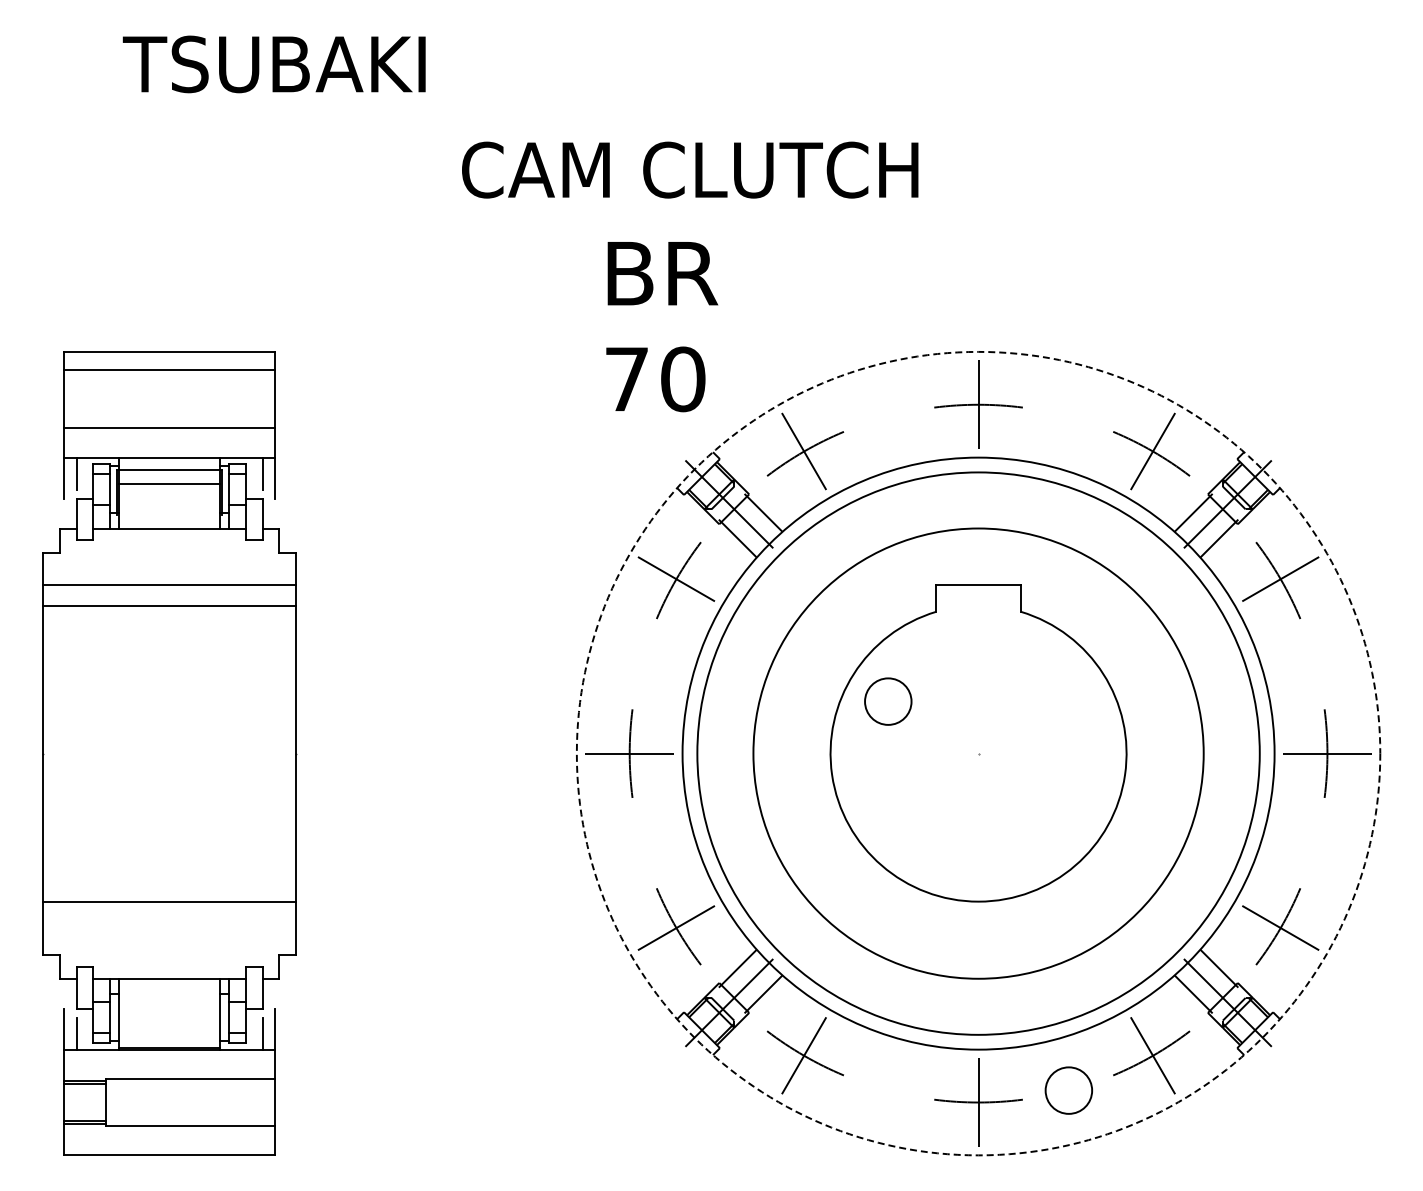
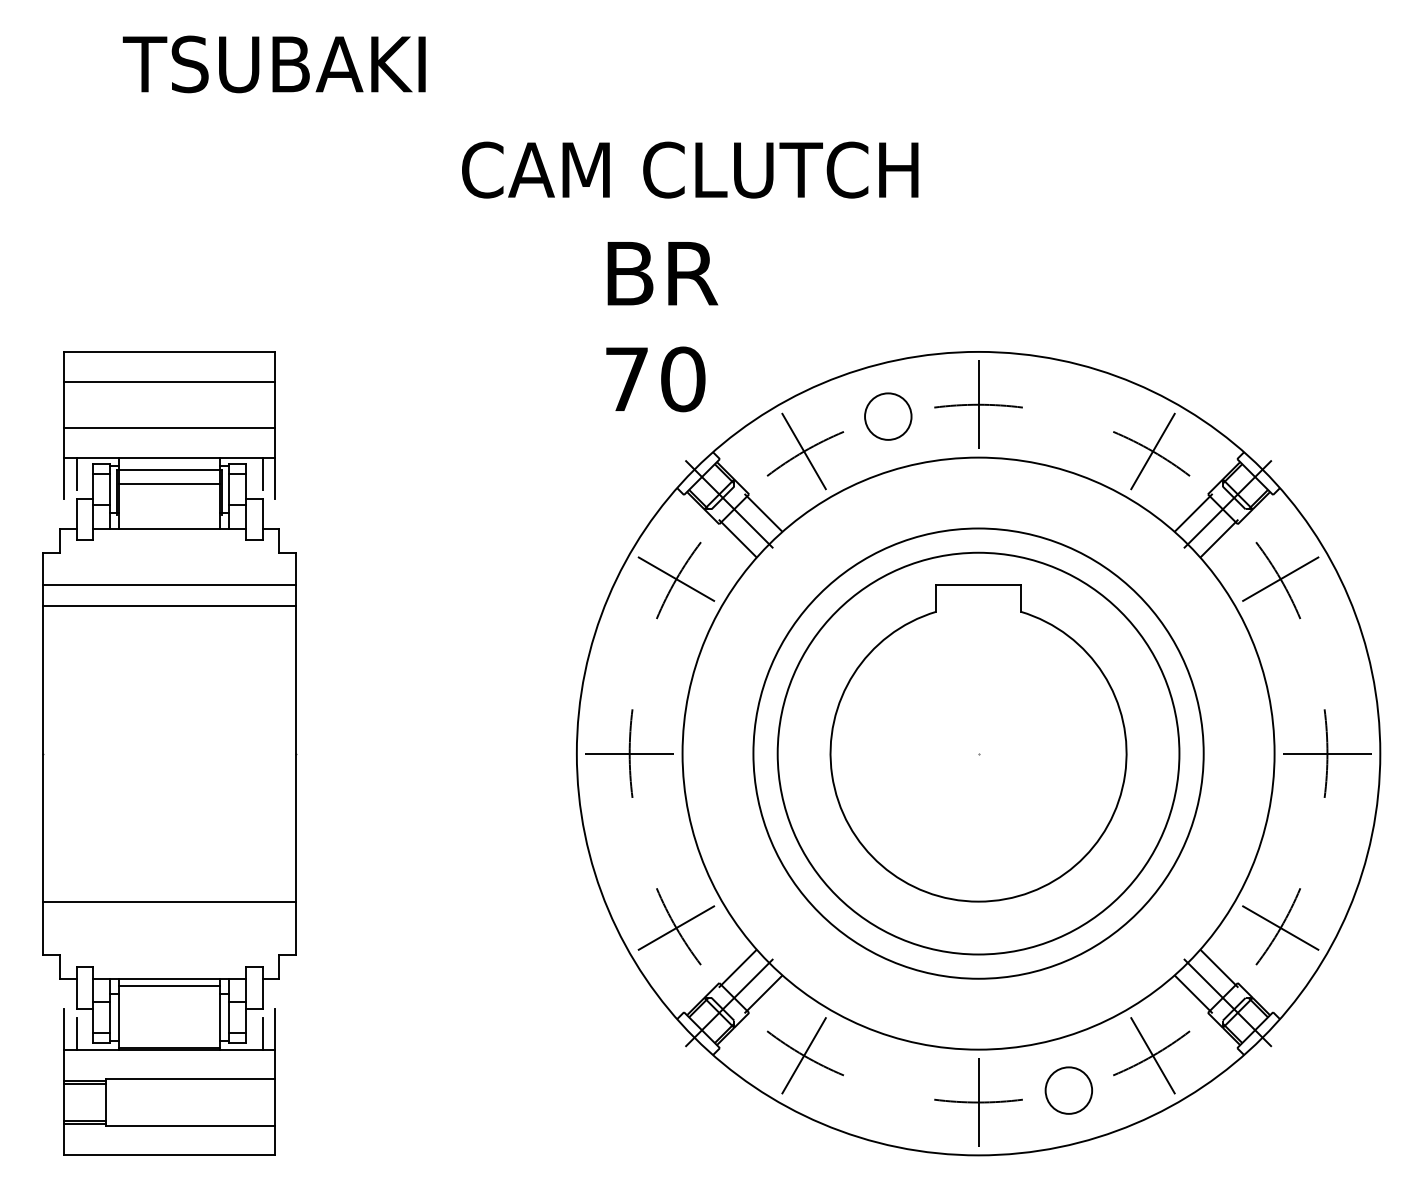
line at (169, 369) position: (169, 369) -> (169, 381)
circle at (888, 701) position: (888, 701) -> (888, 416)
circle at (978, 753) diameter: 562 px -> 402 px
circle at (978, 753): dashed -> solid
line at (169, 985): none -> present
